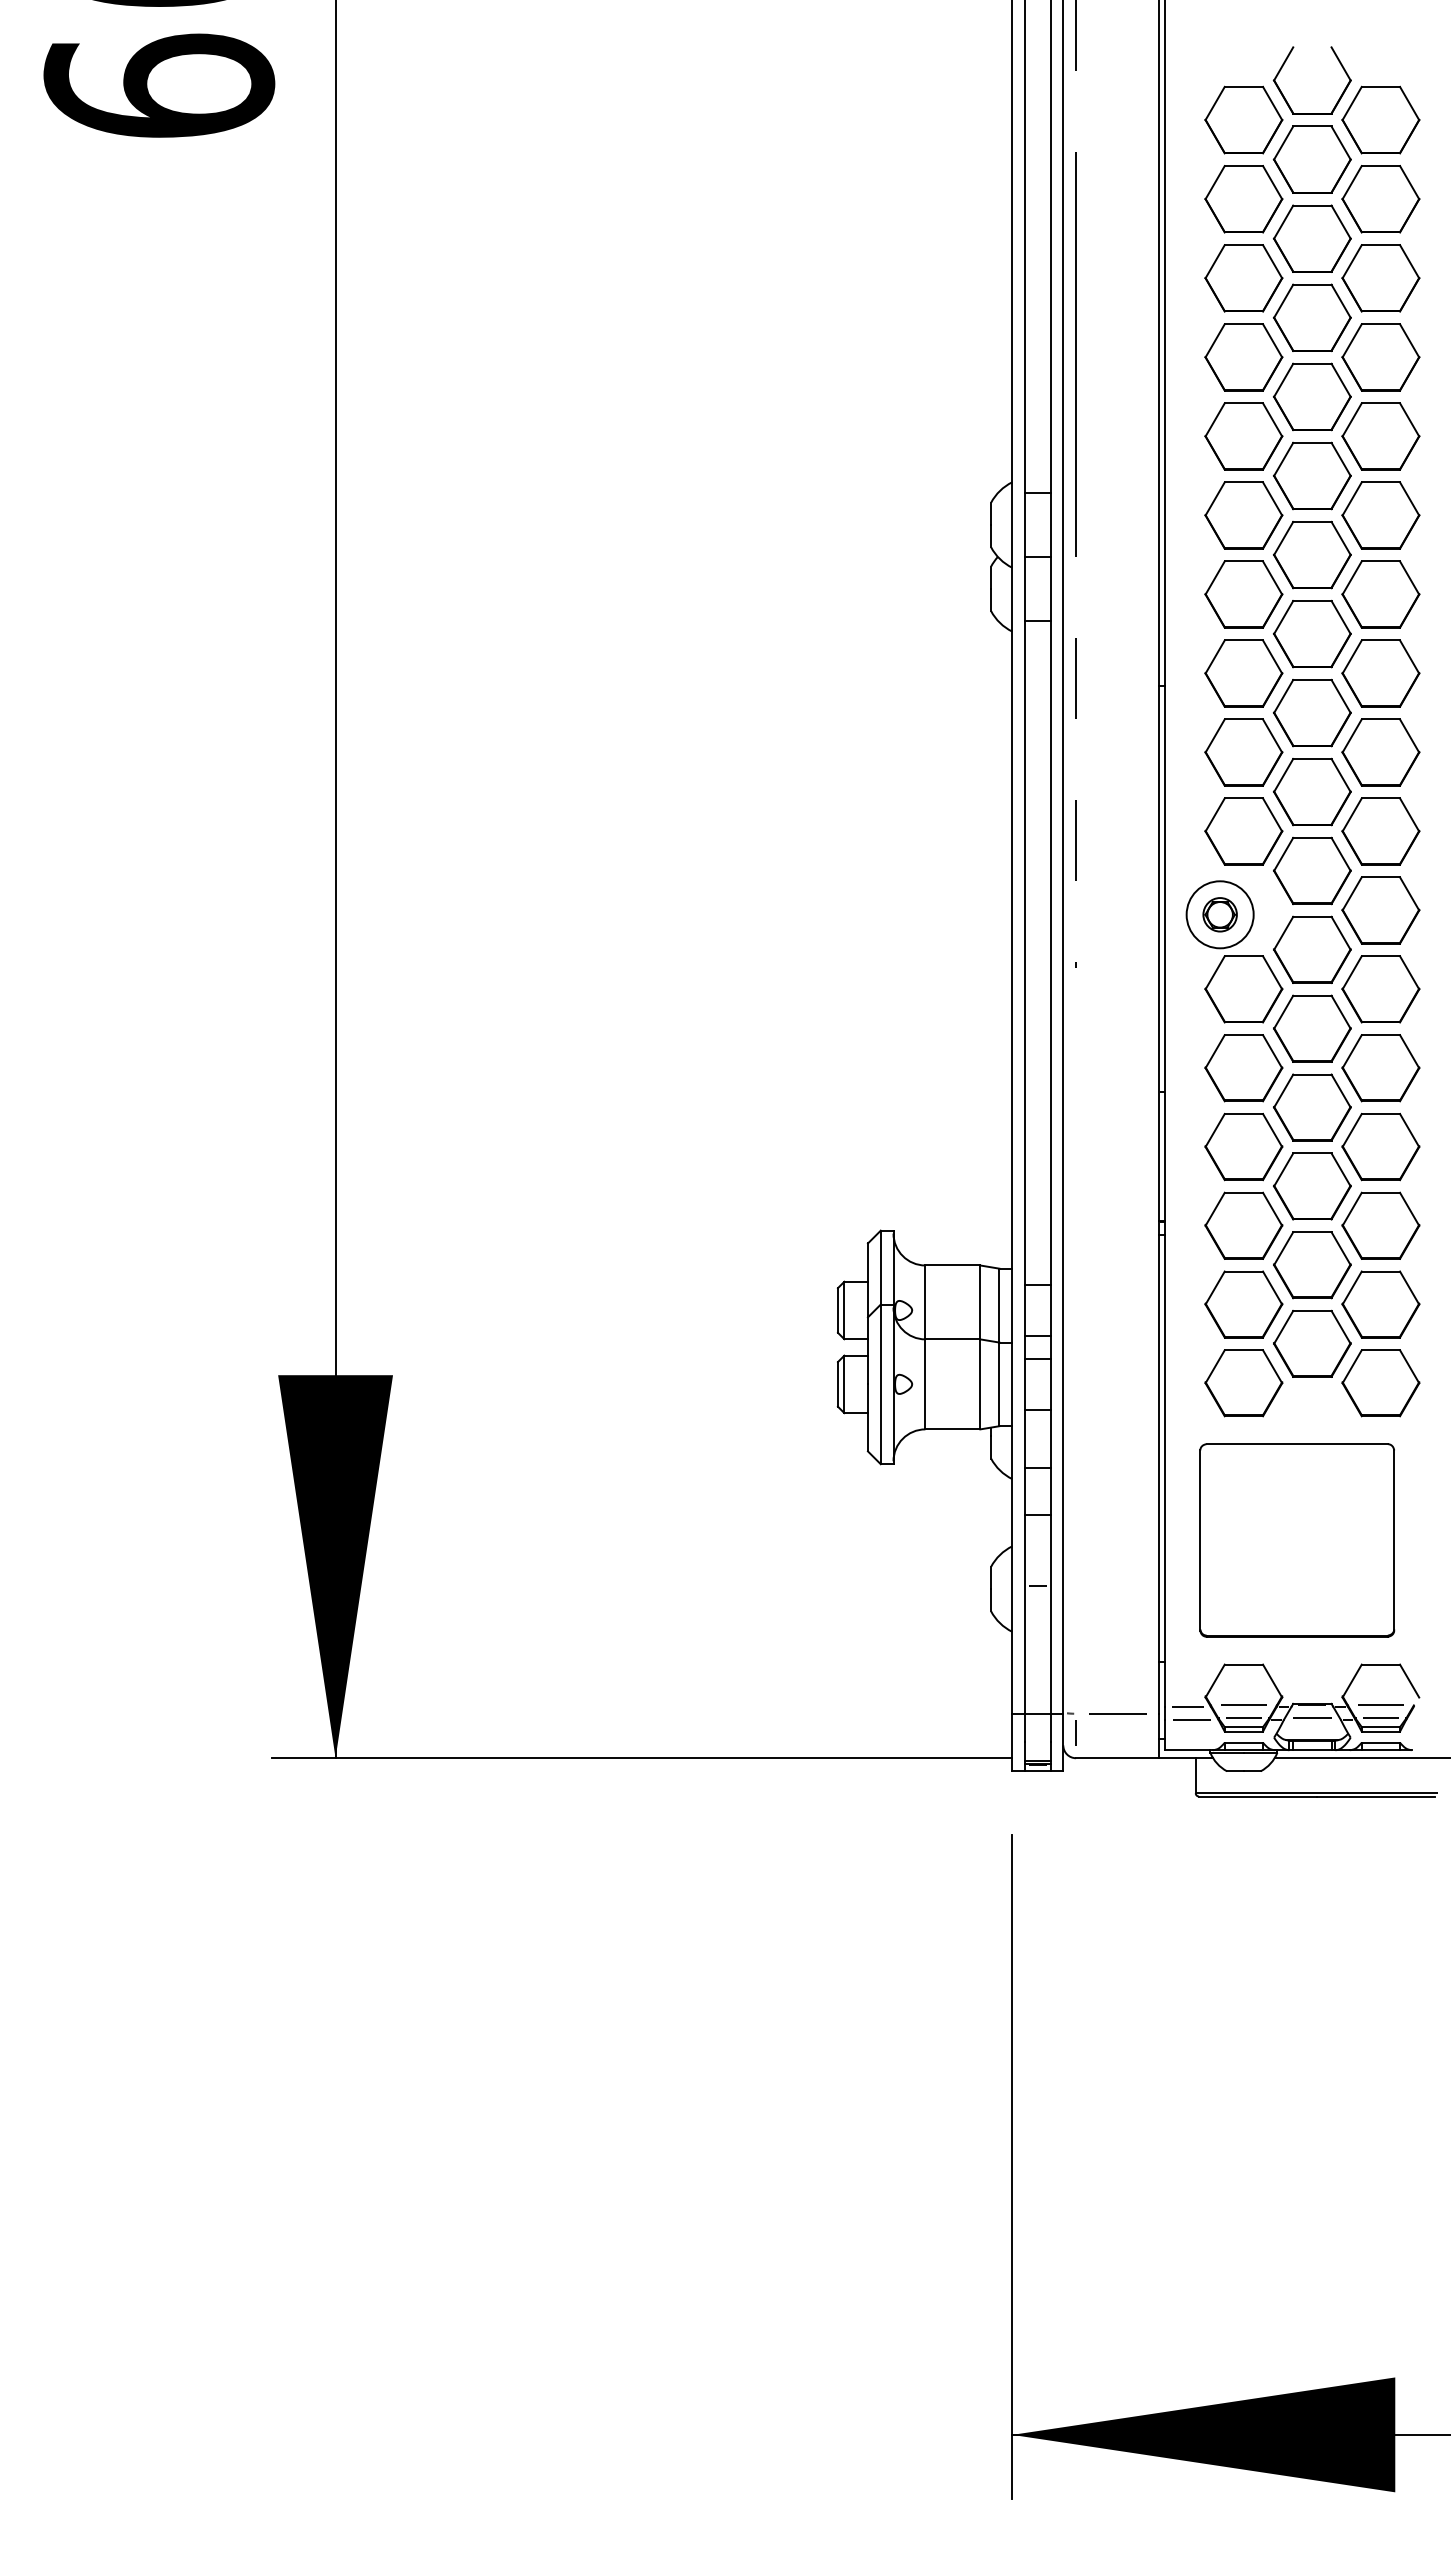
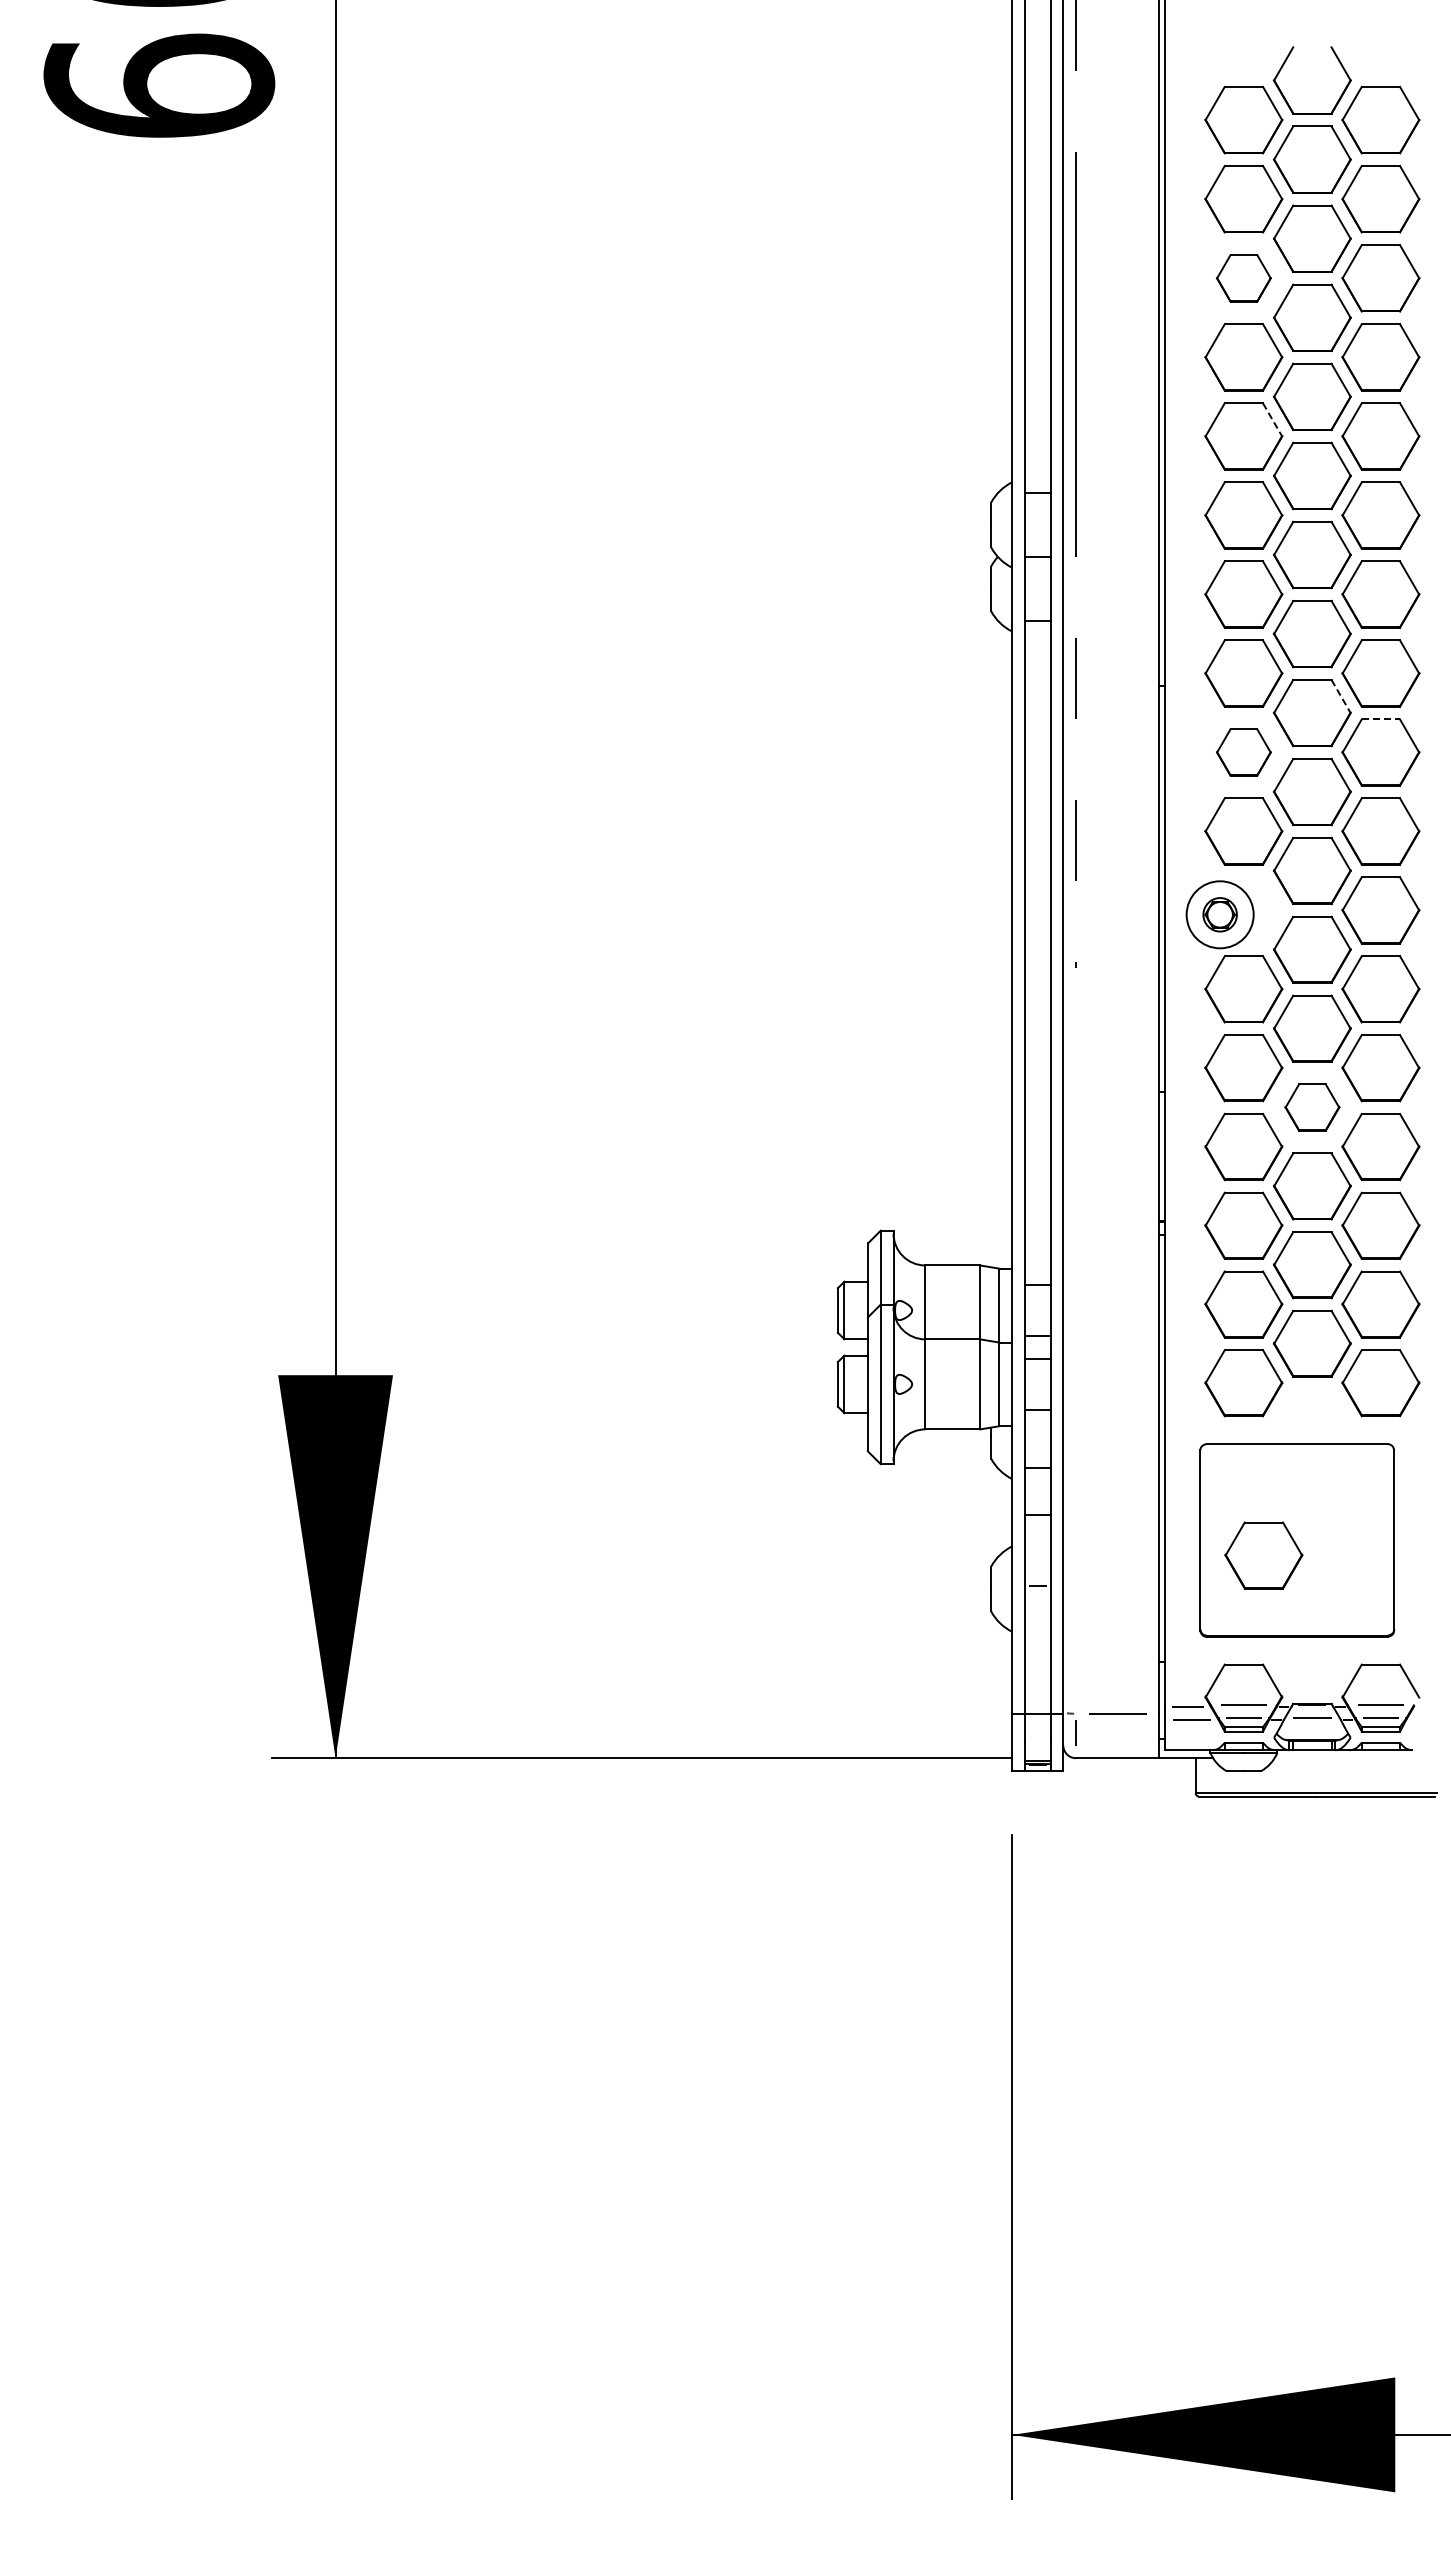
part at (1243, 278) size: 80x69 px -> 56x49 px
line at (1272, 420): solid -> dashed
line at (1341, 696): solid -> dashed
line at (1381, 719): solid -> dashed
part at (1243, 752) size: 80x69 px -> 56x49 px
part at (1312, 1107) size: 79x69 px -> 57x49 px
part at (1263, 1555): none -> present
line at (1360, 1758): present -> none
